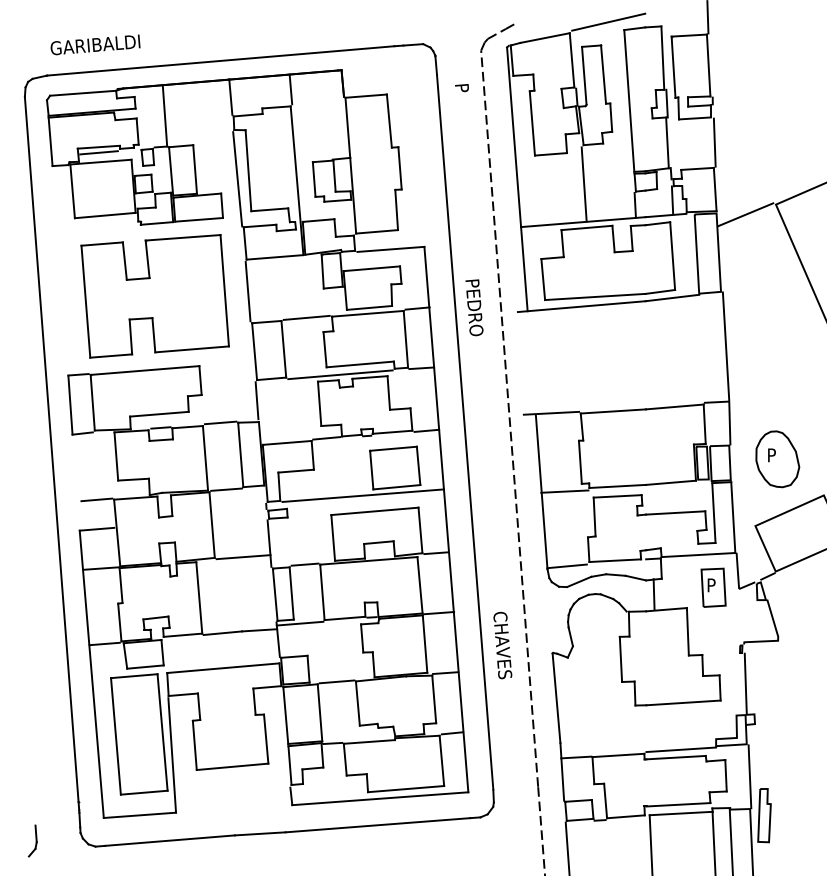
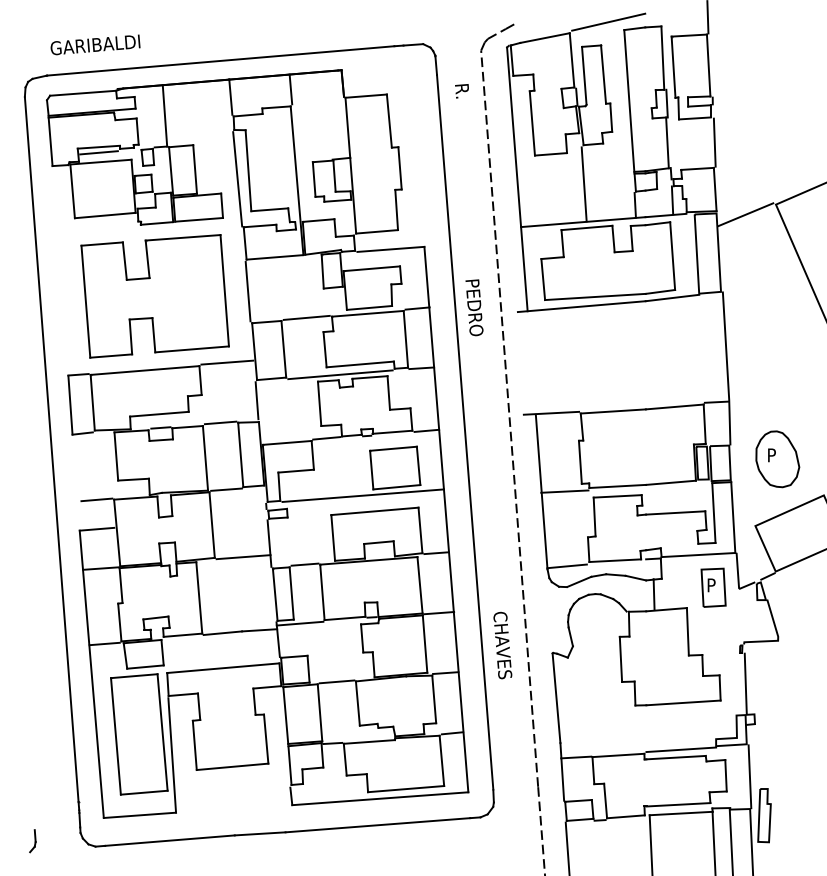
text at (458, 92): P -> R.
line at (227, 362): none -> present
part at (32, 840) size: 11x34 px -> 8x25 px
